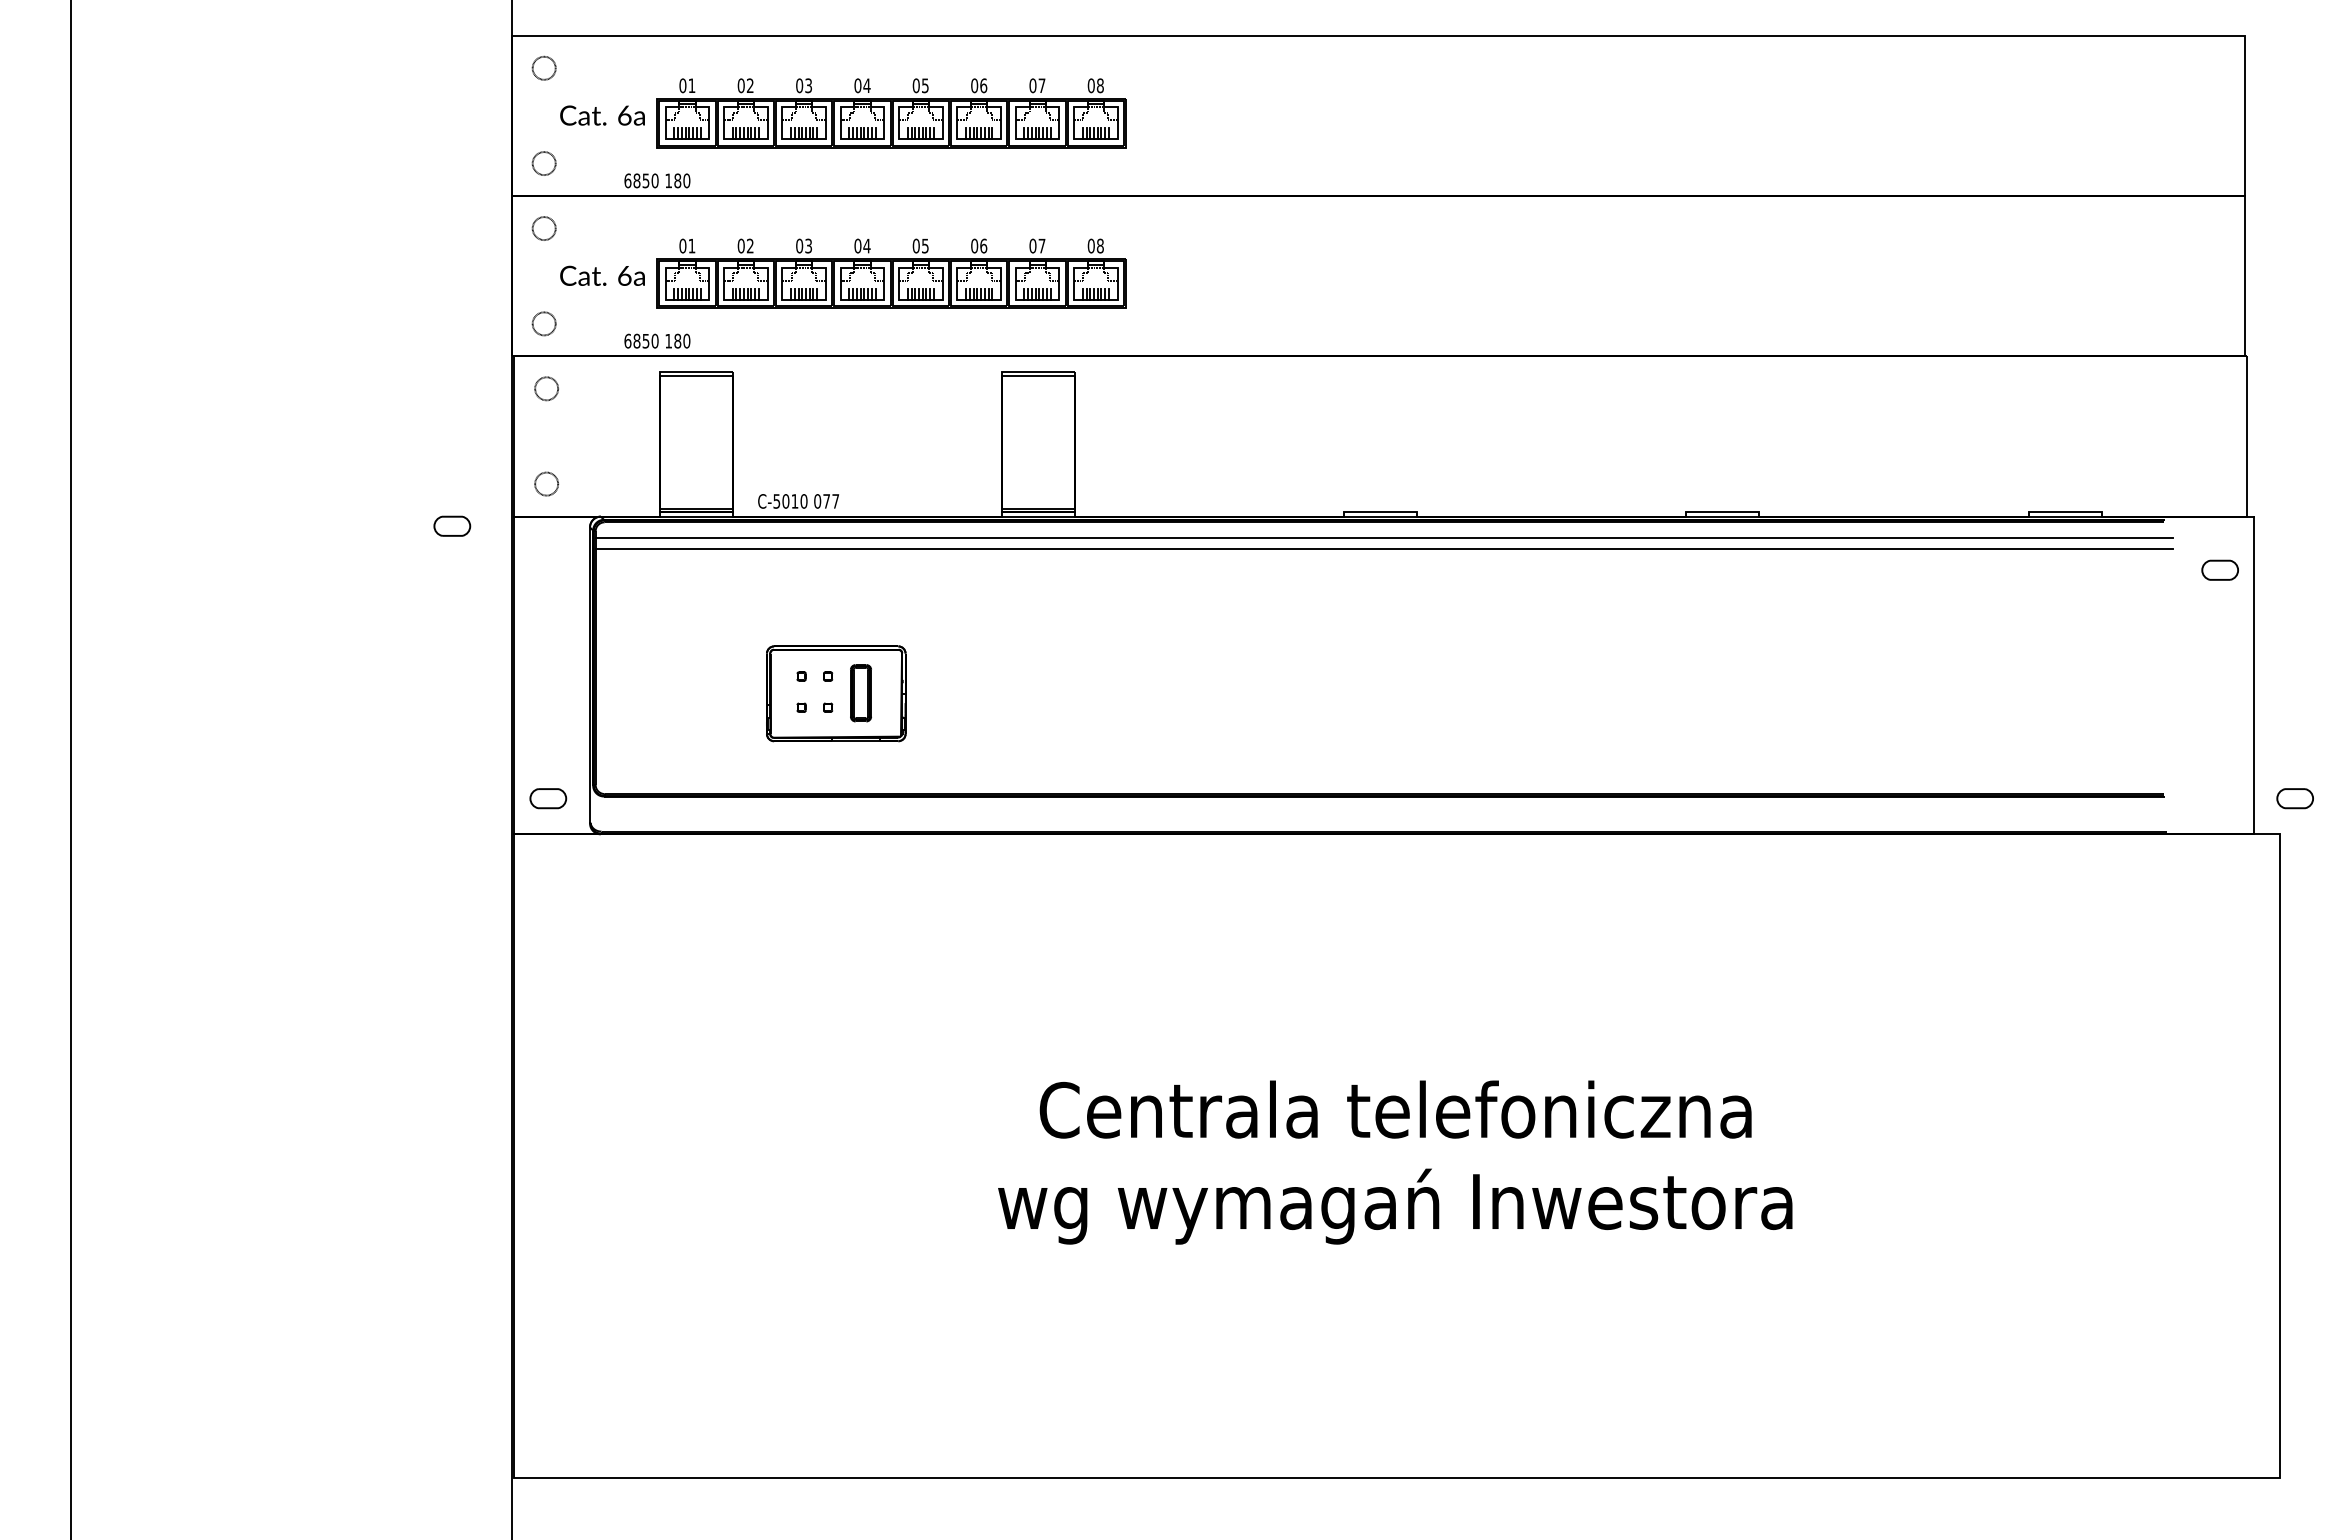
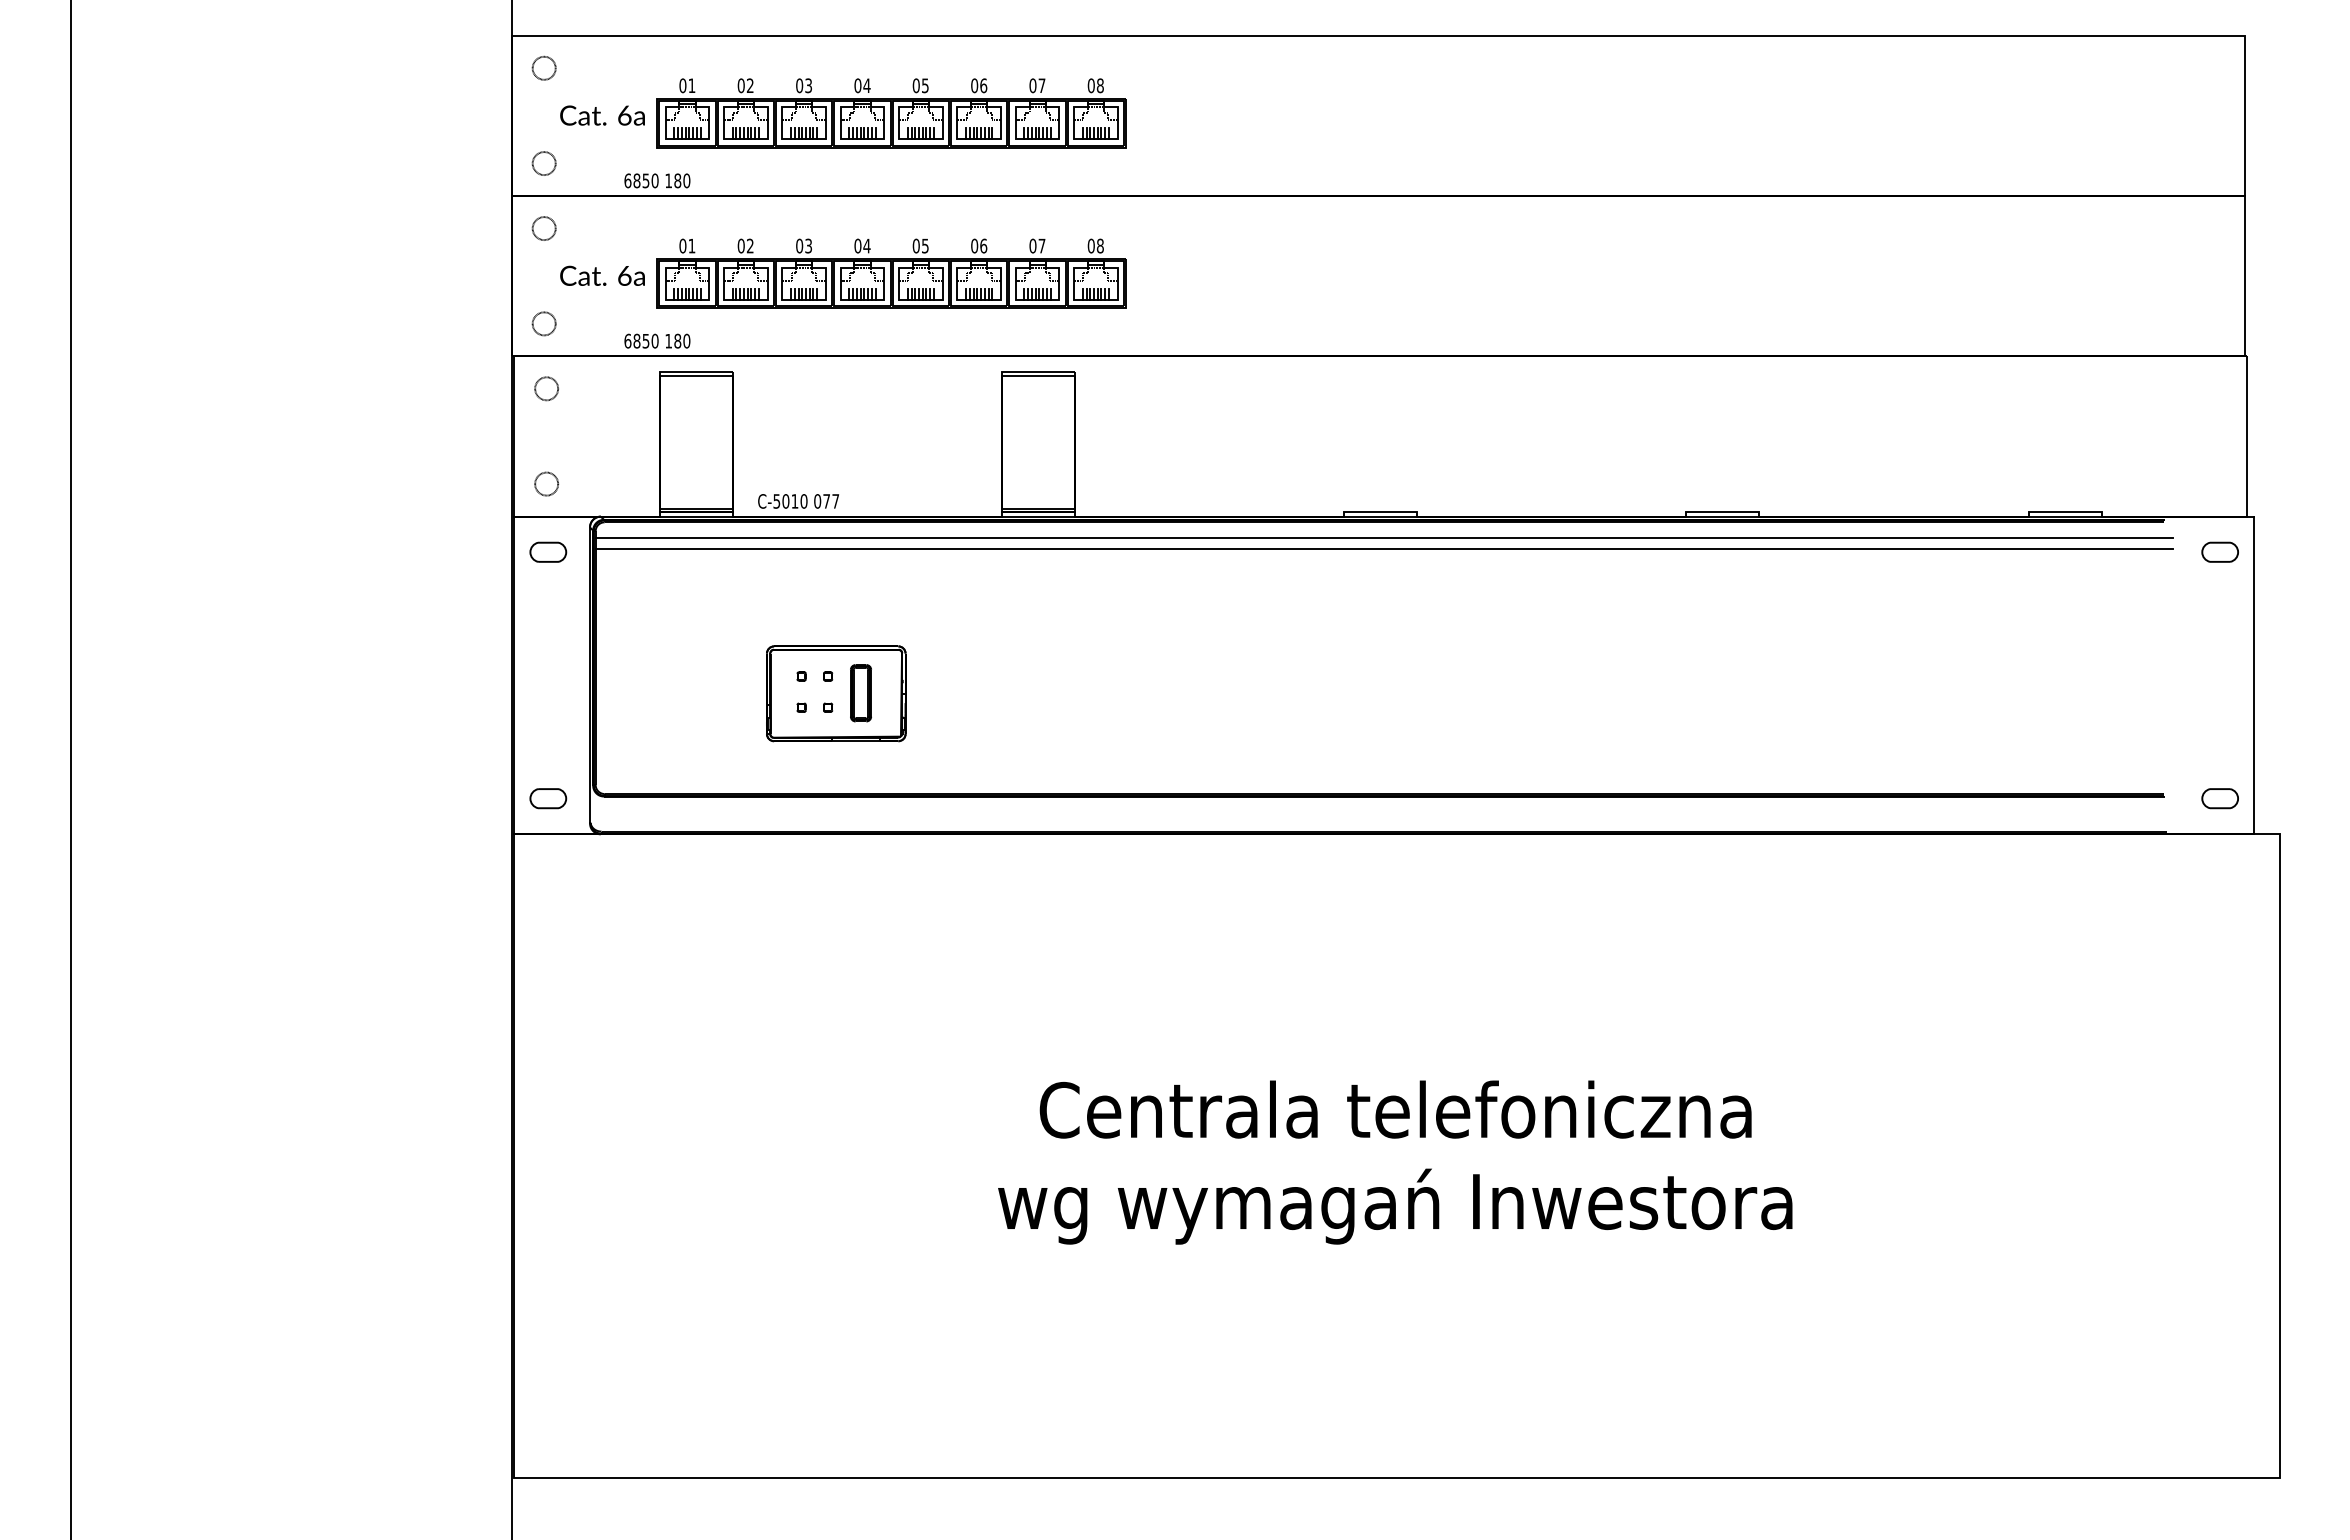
part at (452, 525) position: (452, 525) -> (548, 551)
part at (2219, 569) position: (2219, 569) -> (2219, 551)
part at (2294, 798) position: (2294, 798) -> (2219, 798)
